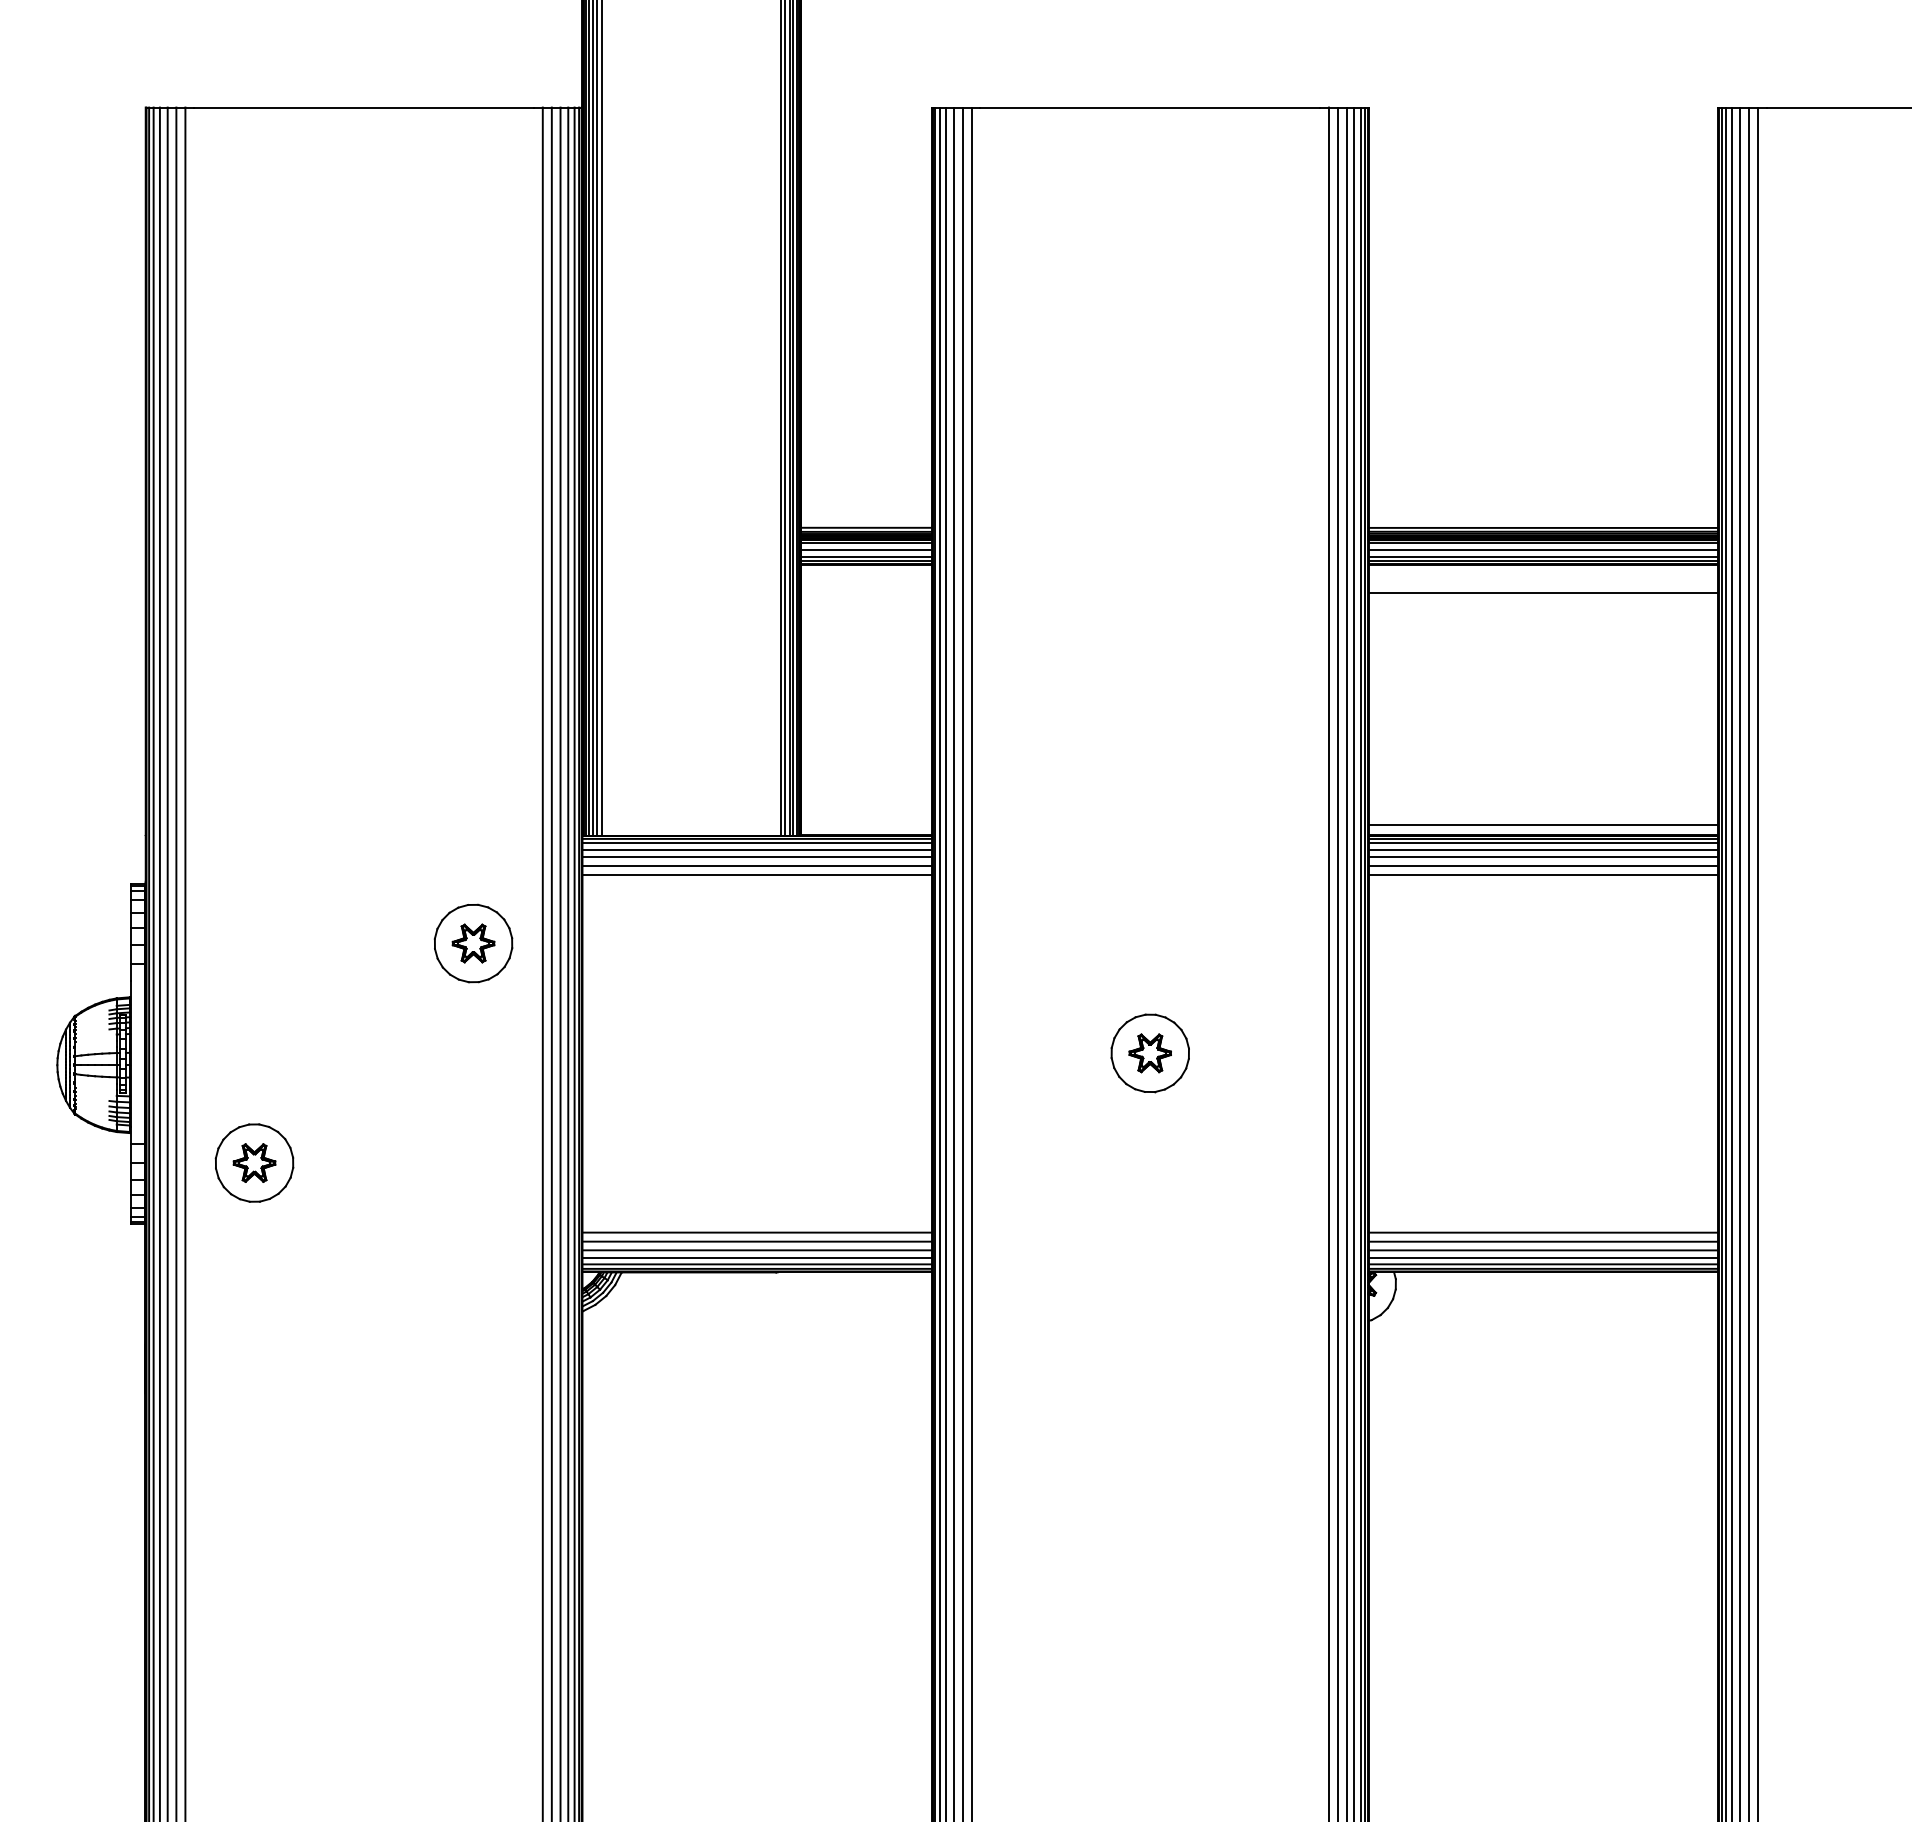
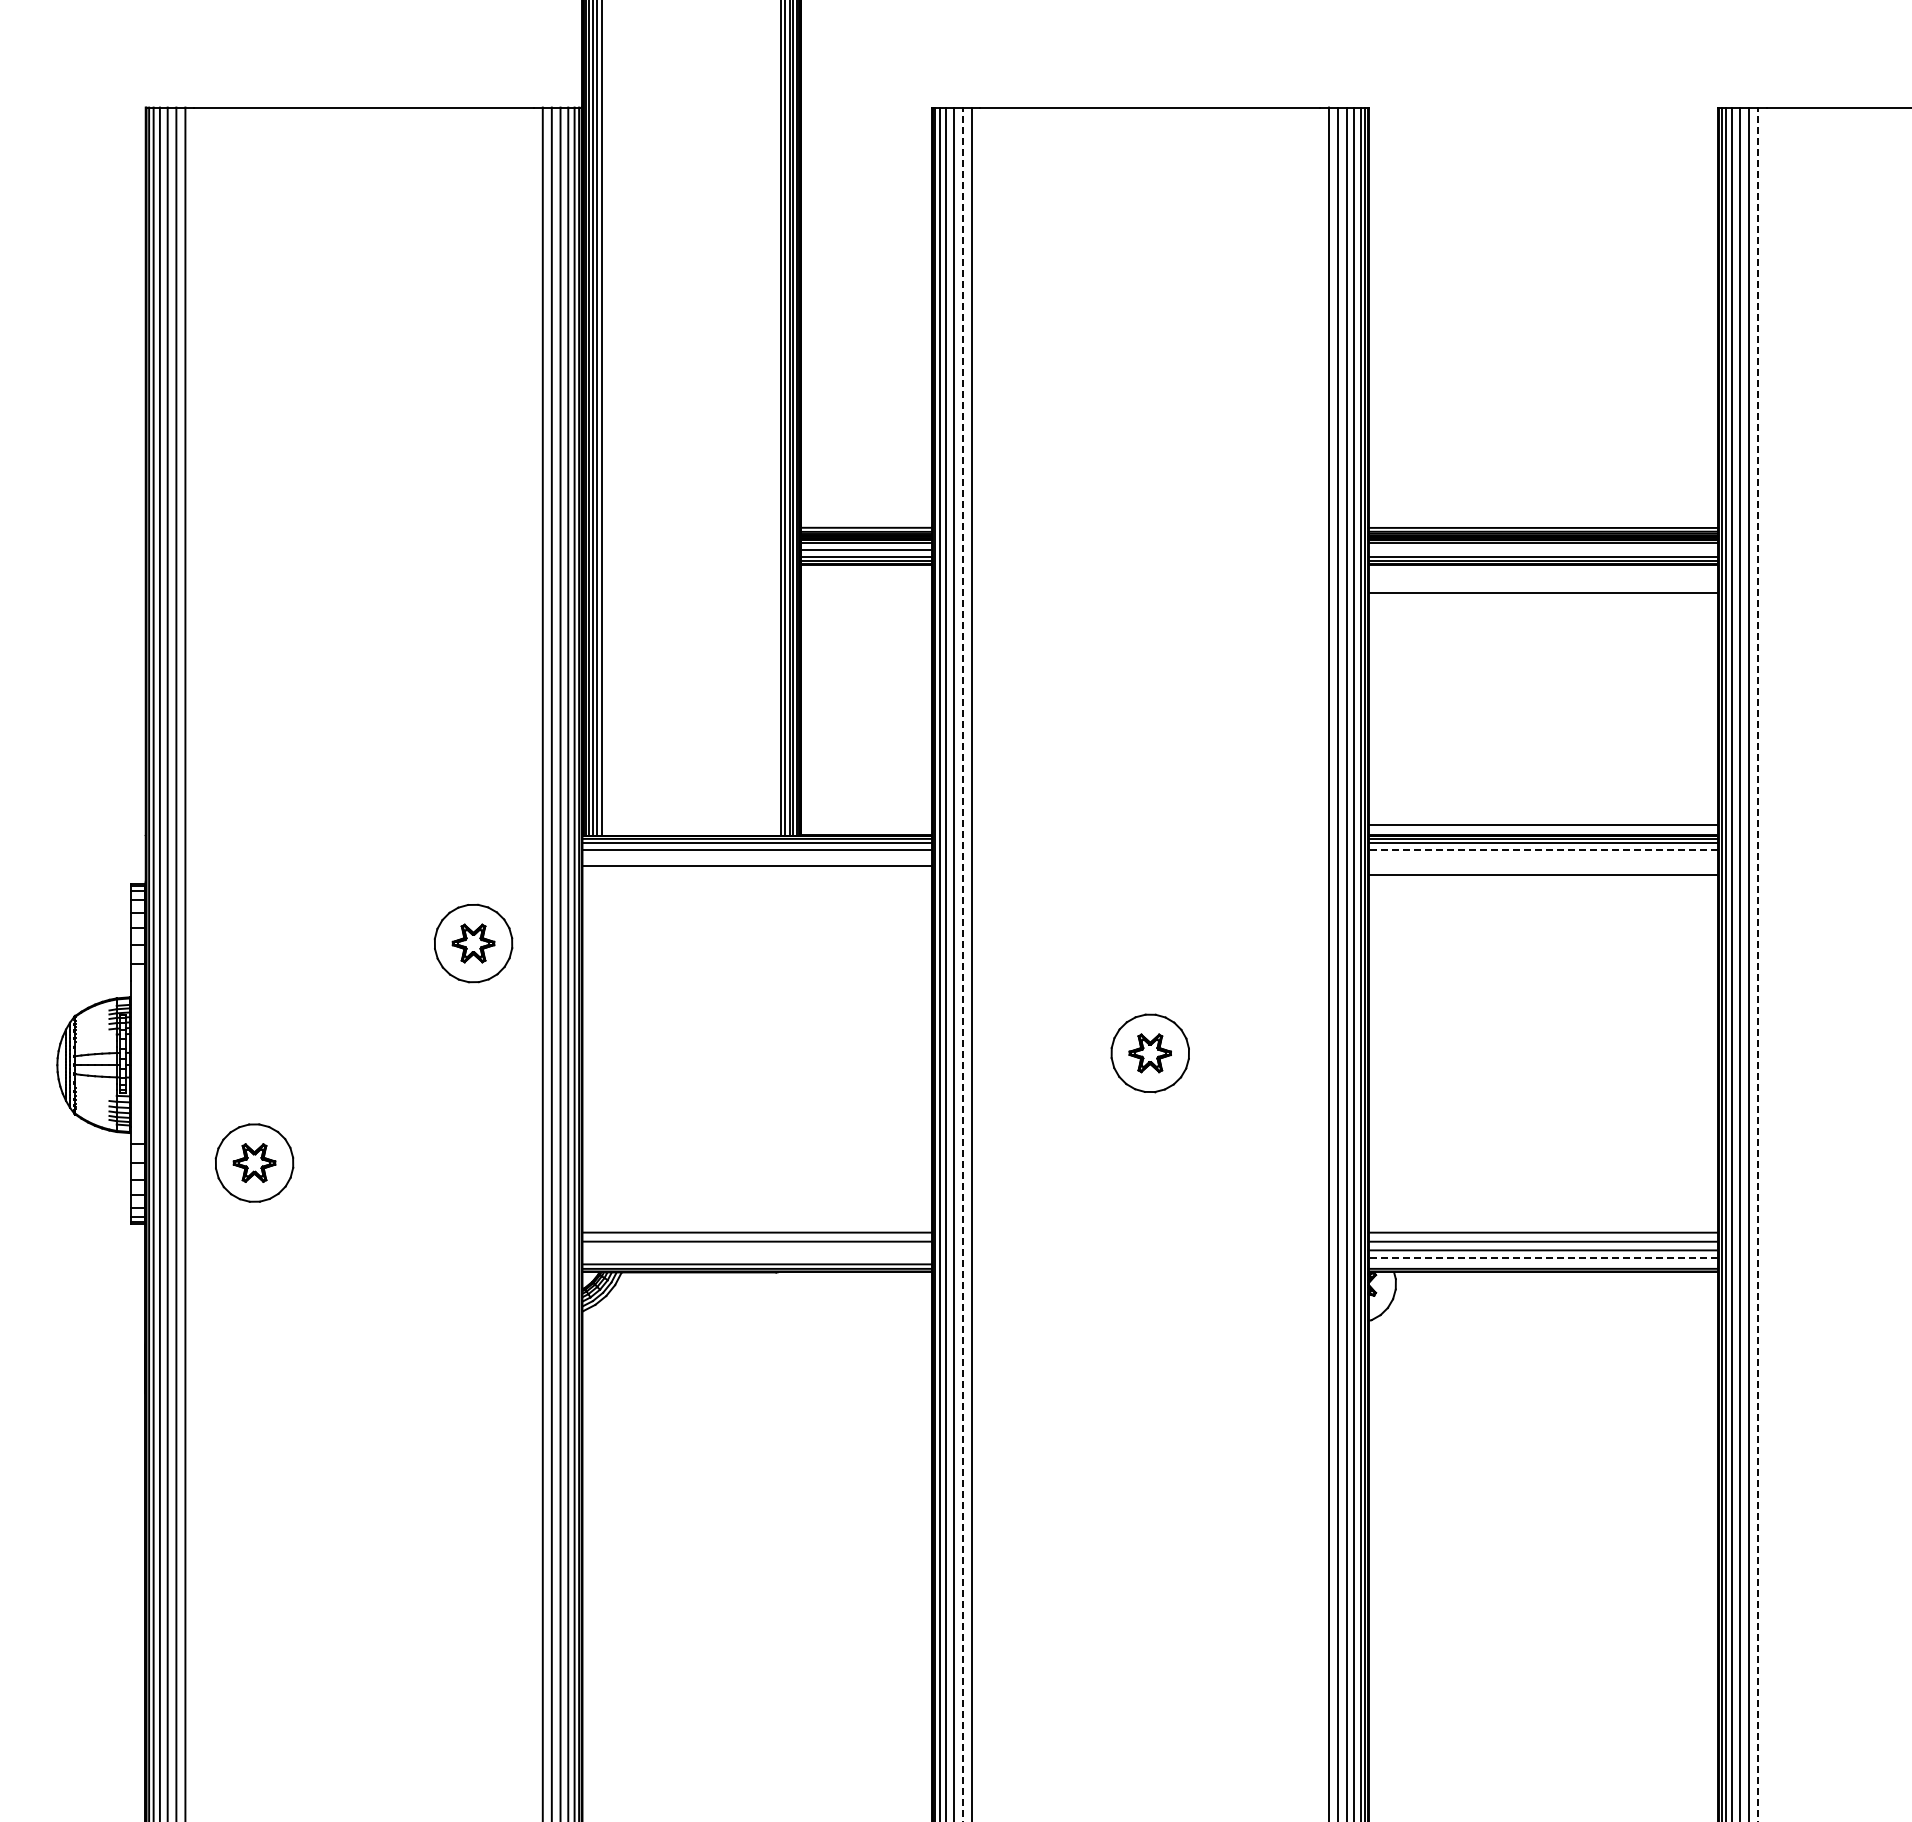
line at (1543, 550): present -> none
line at (1543, 849): solid -> dashed
line at (756, 857): present -> none
line at (1543, 857): present -> none
line at (1543, 866): present -> none
line at (756, 875): present -> none
line at (962, 964): solid -> dashed
line at (1757, 964): solid -> dashed
line at (756, 1250): present -> none
line at (756, 1258): present -> none
line at (1543, 1258): solid -> dashed
line at (1543, 1264): present -> none
